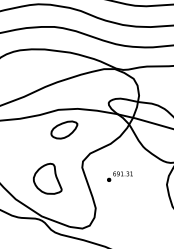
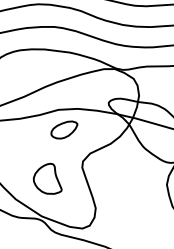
part at (119, 176): present -> none
